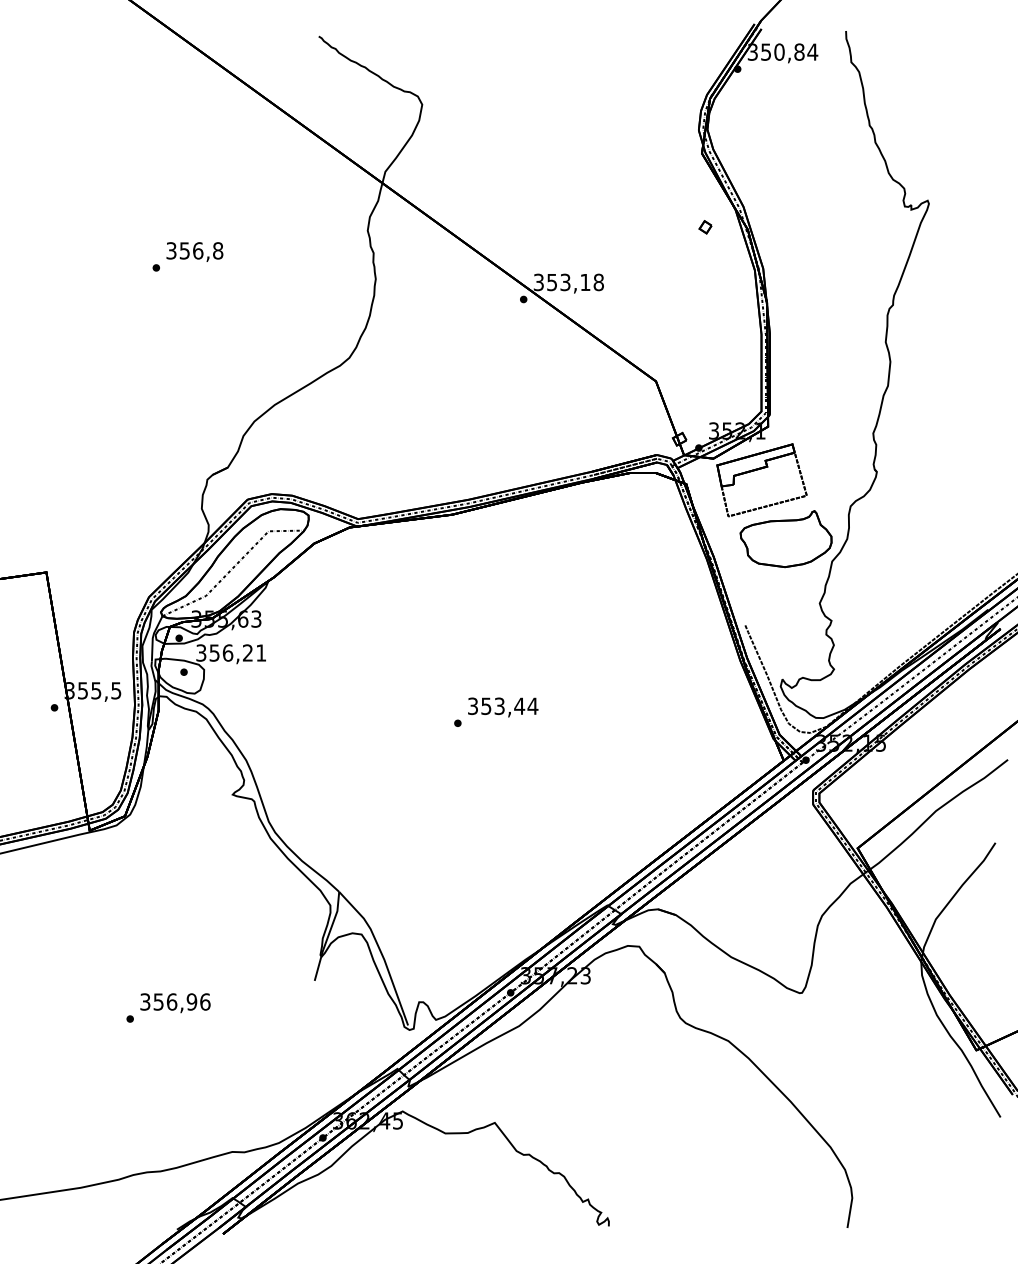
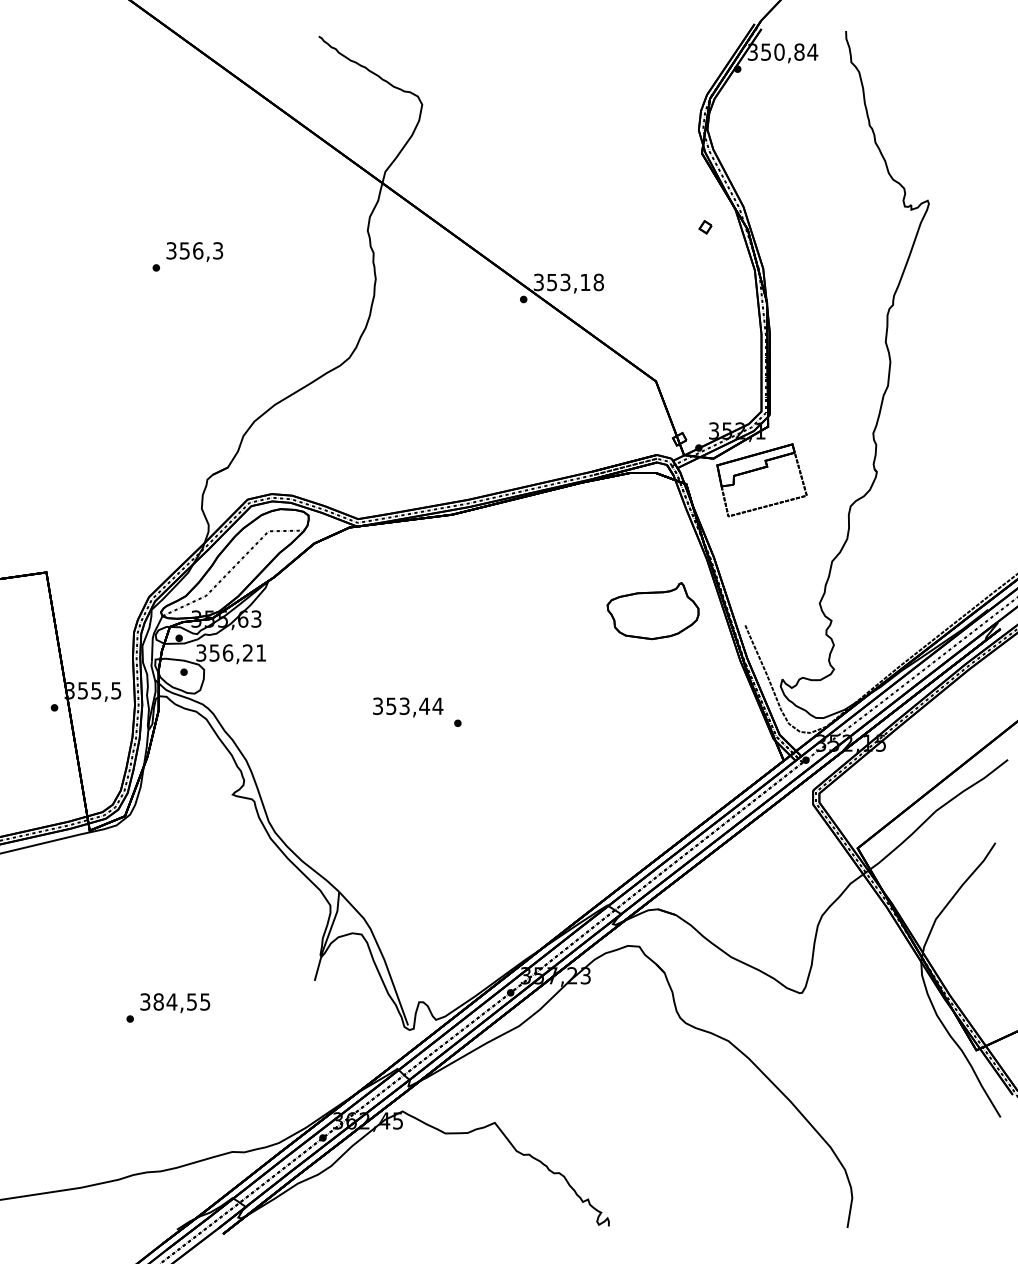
text at (218, 250): 356,8 -> 356,3
part at (785, 539) position: (785, 539) -> (652, 611)
text at (503, 707) position: (503, 707) -> (408, 707)
text at (181, 1001): 356,96 -> 384,55
